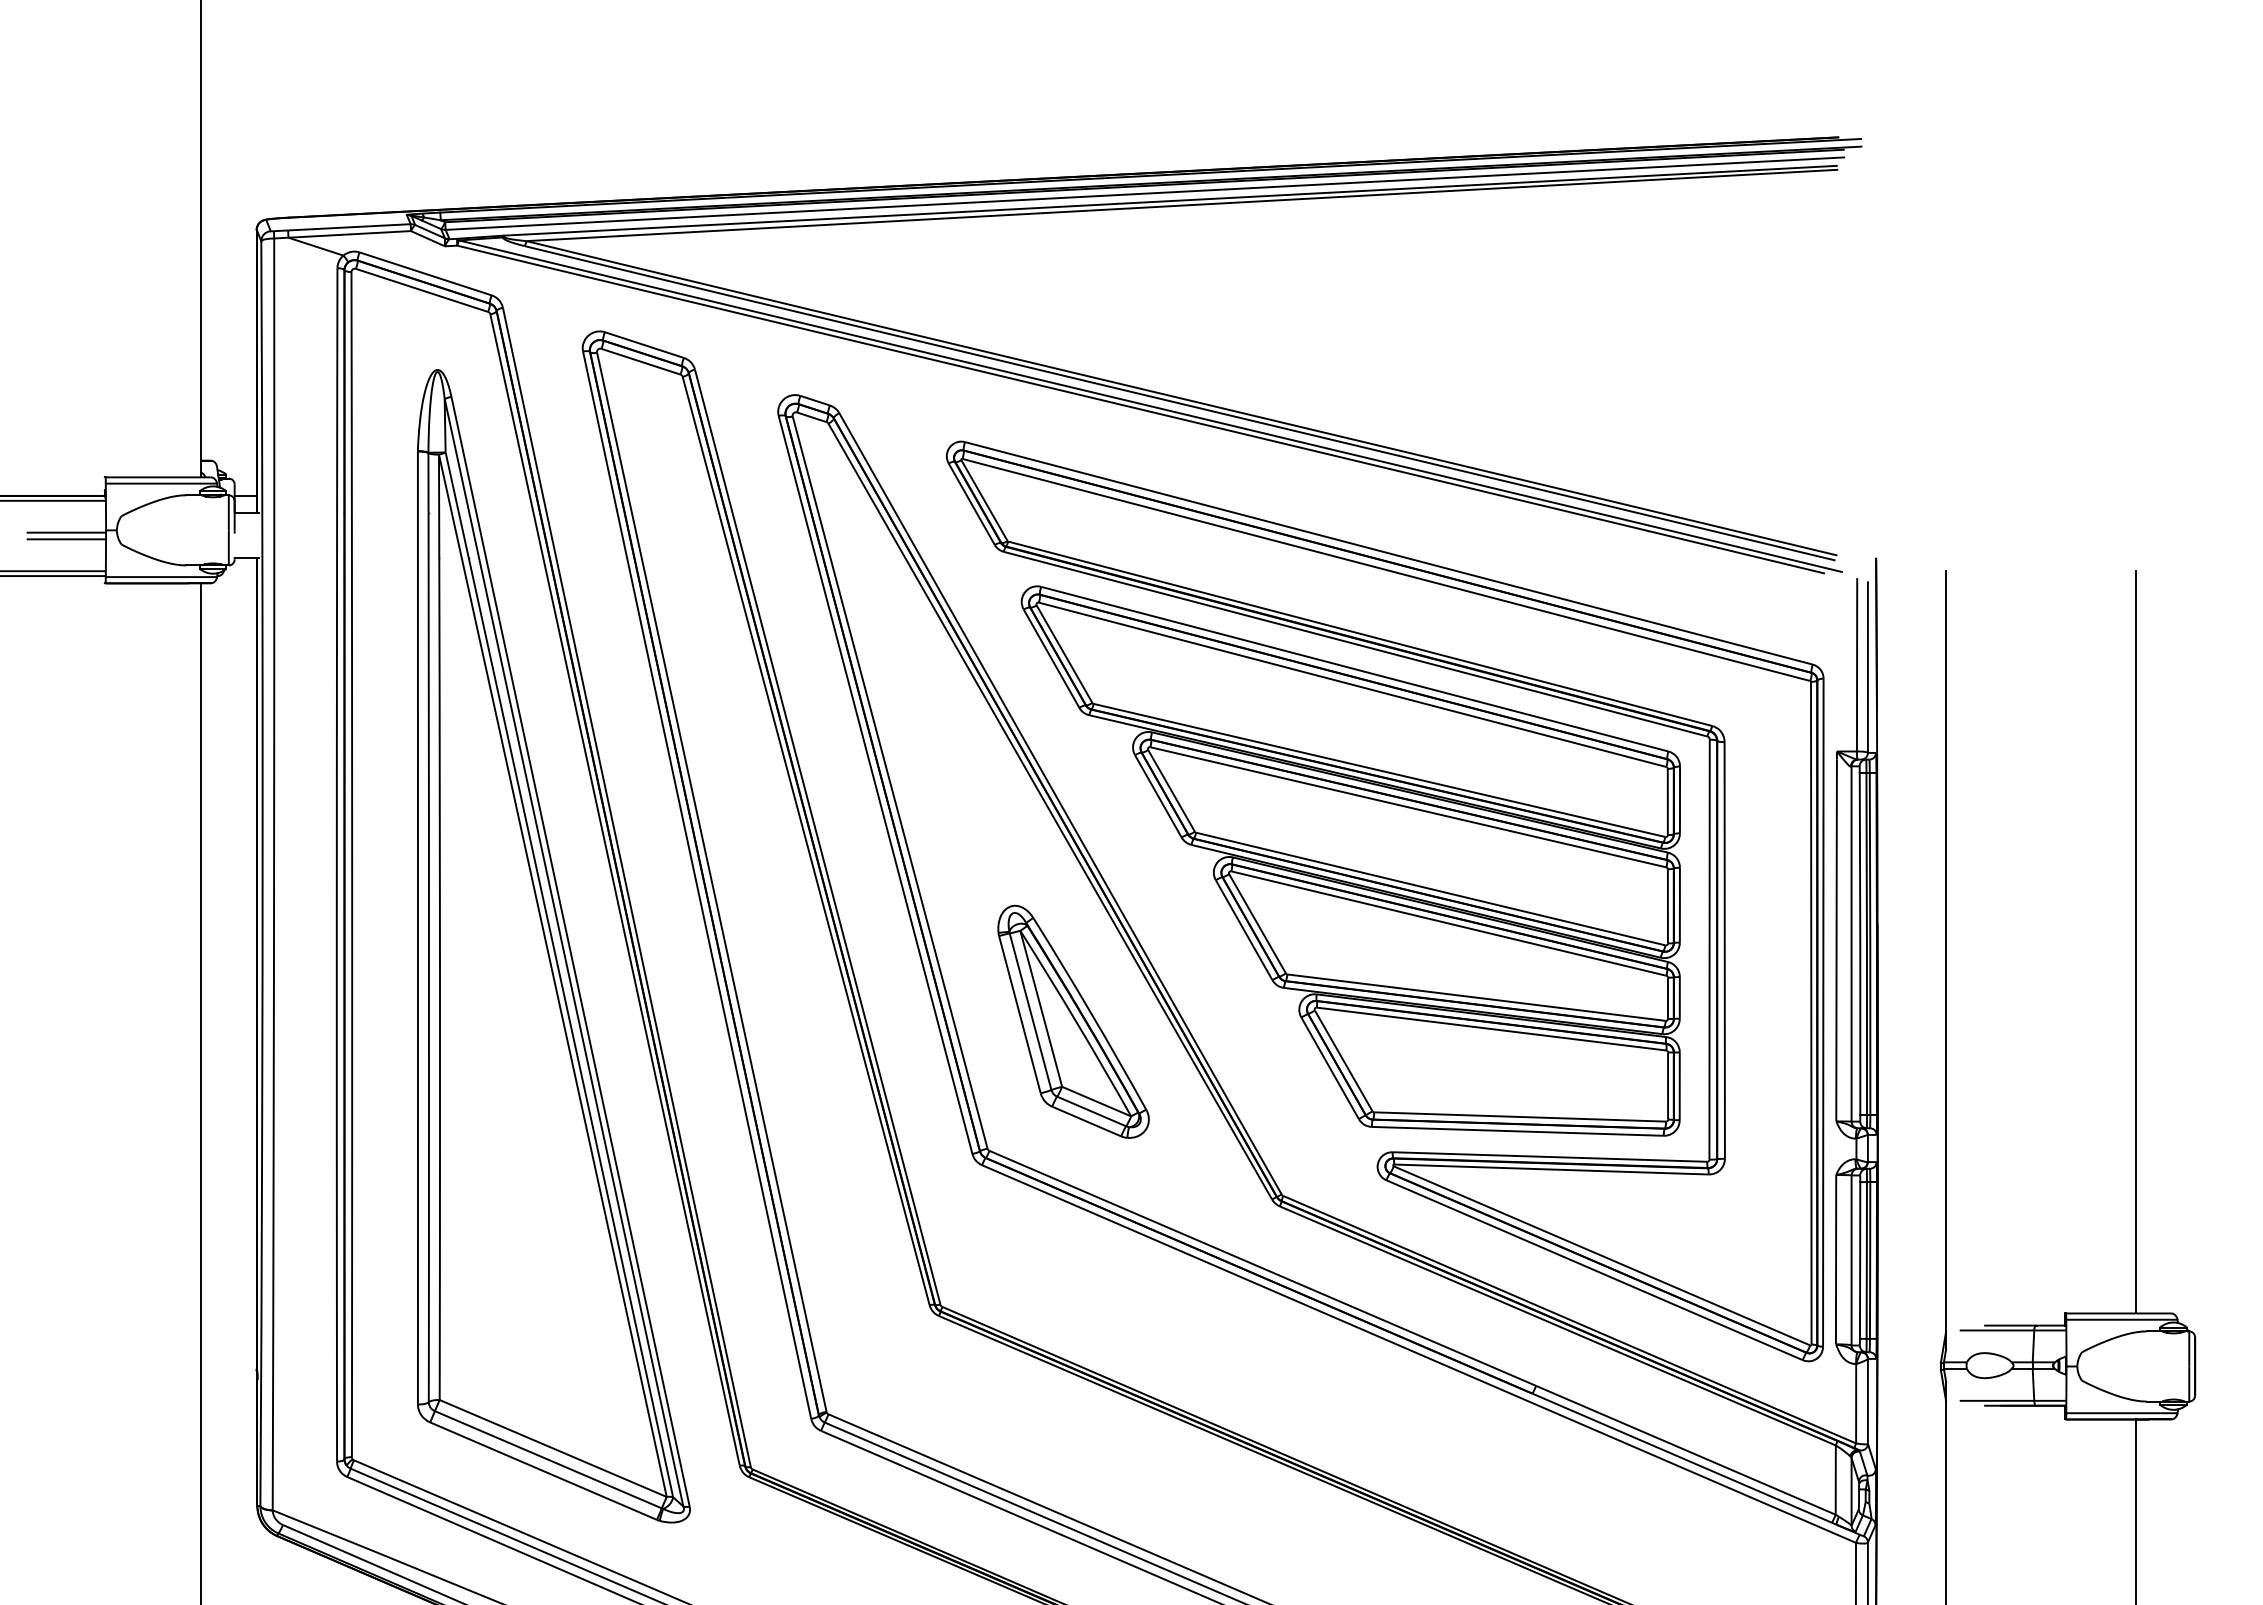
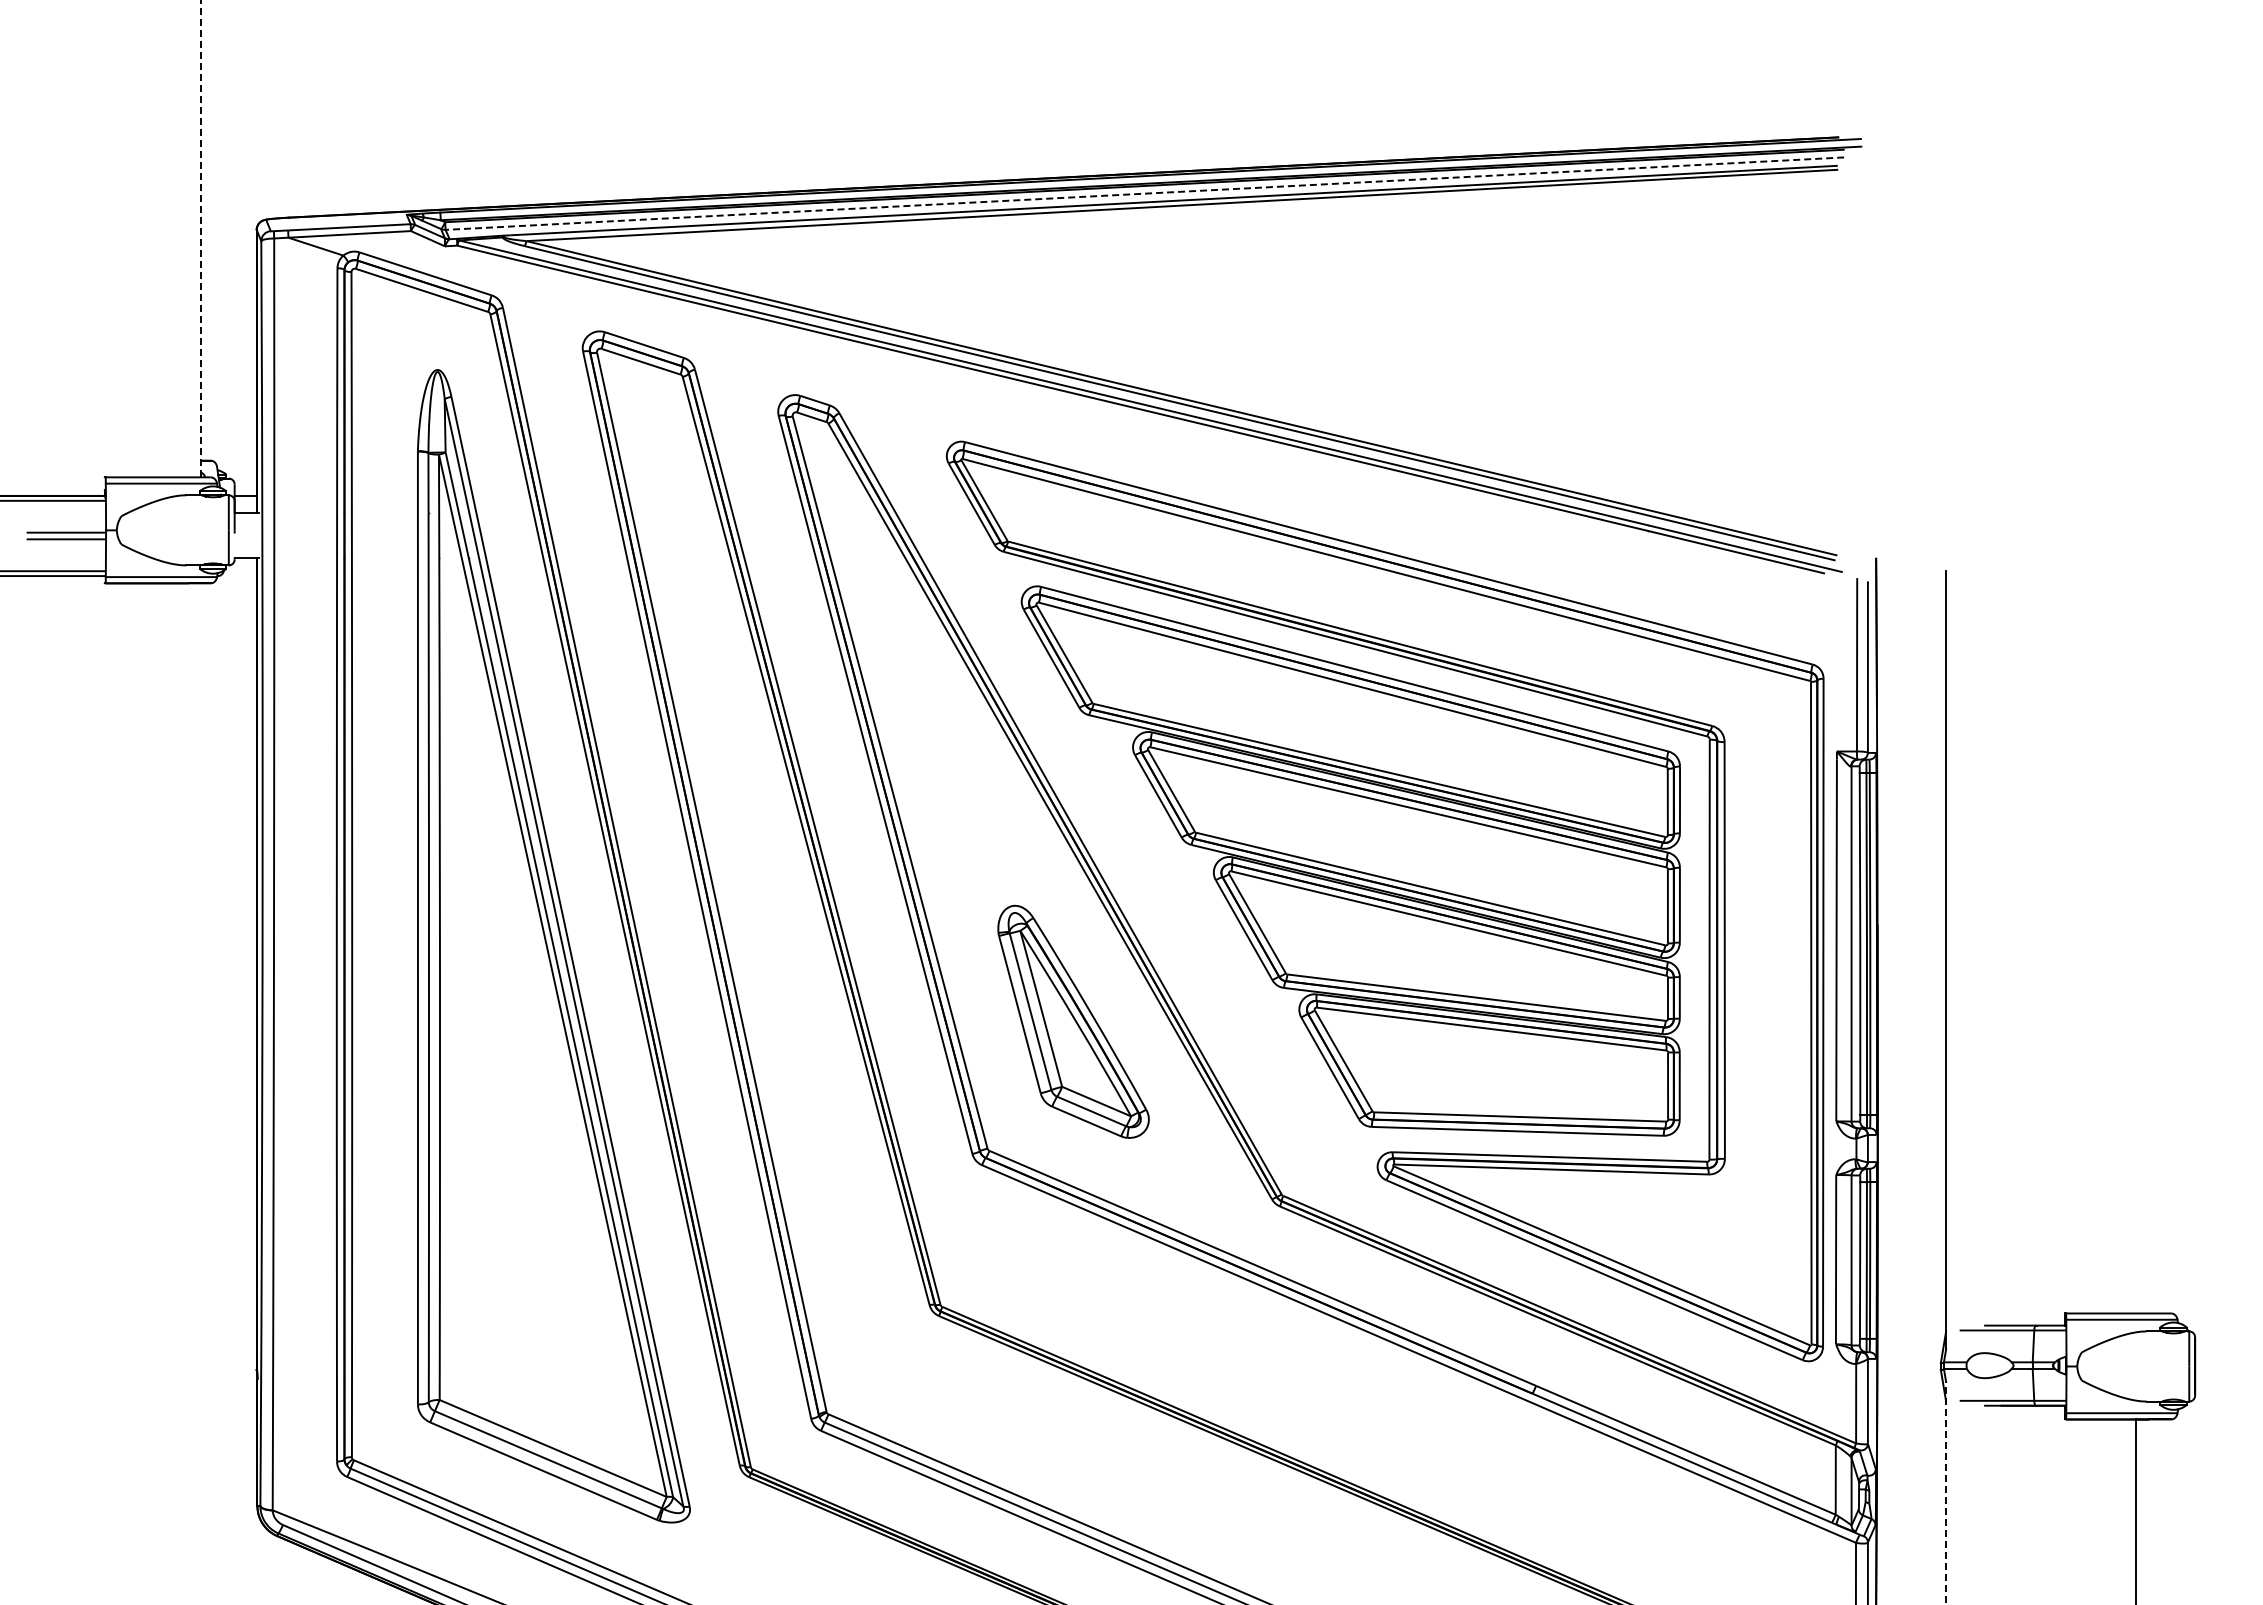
line at (1144, 193): solid -> dashed
line at (200, 238): solid -> dashed
line at (2136, 942): present -> none
line at (200, 1092): present -> none
line at (1946, 1492): solid -> dashed
